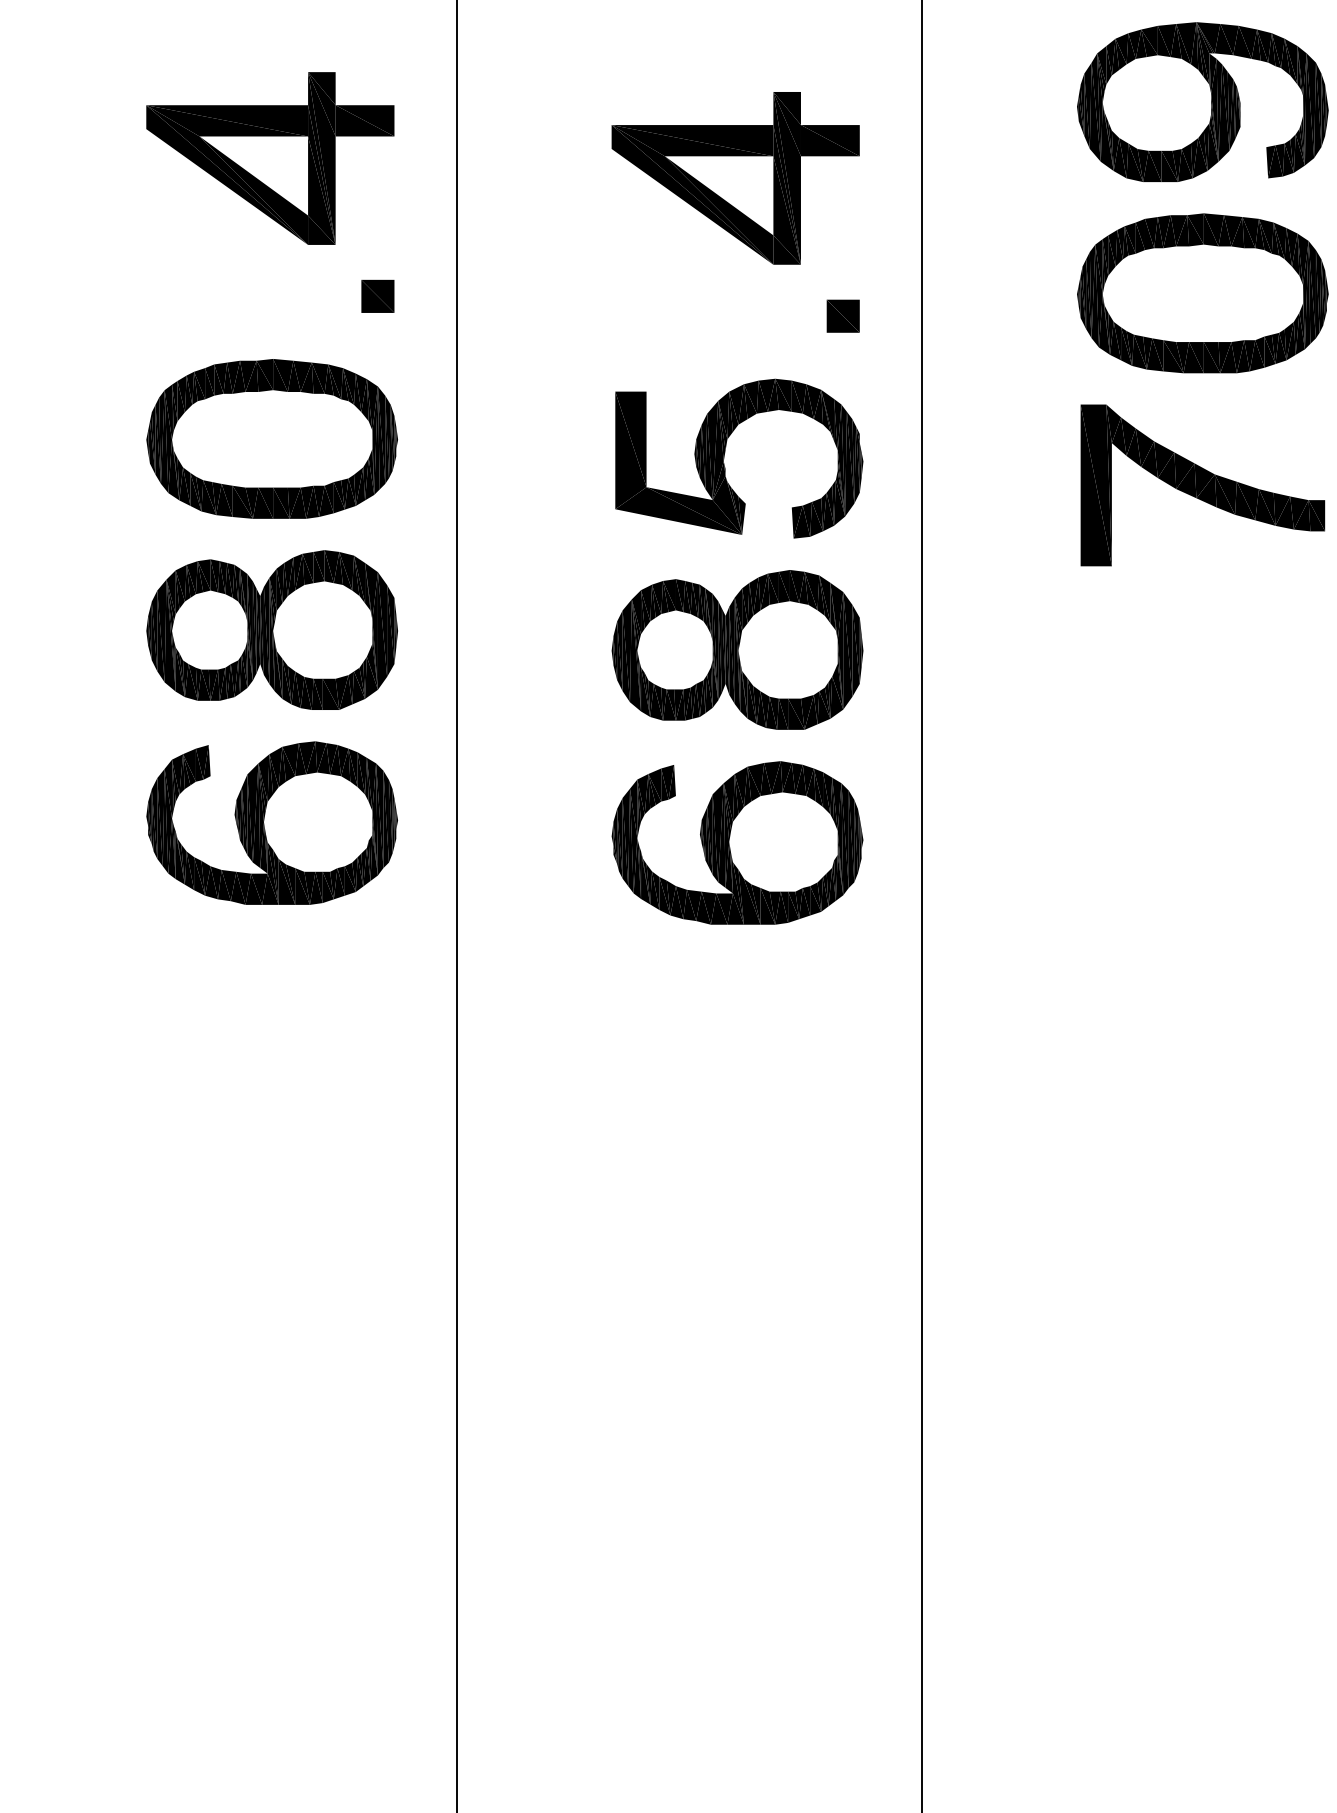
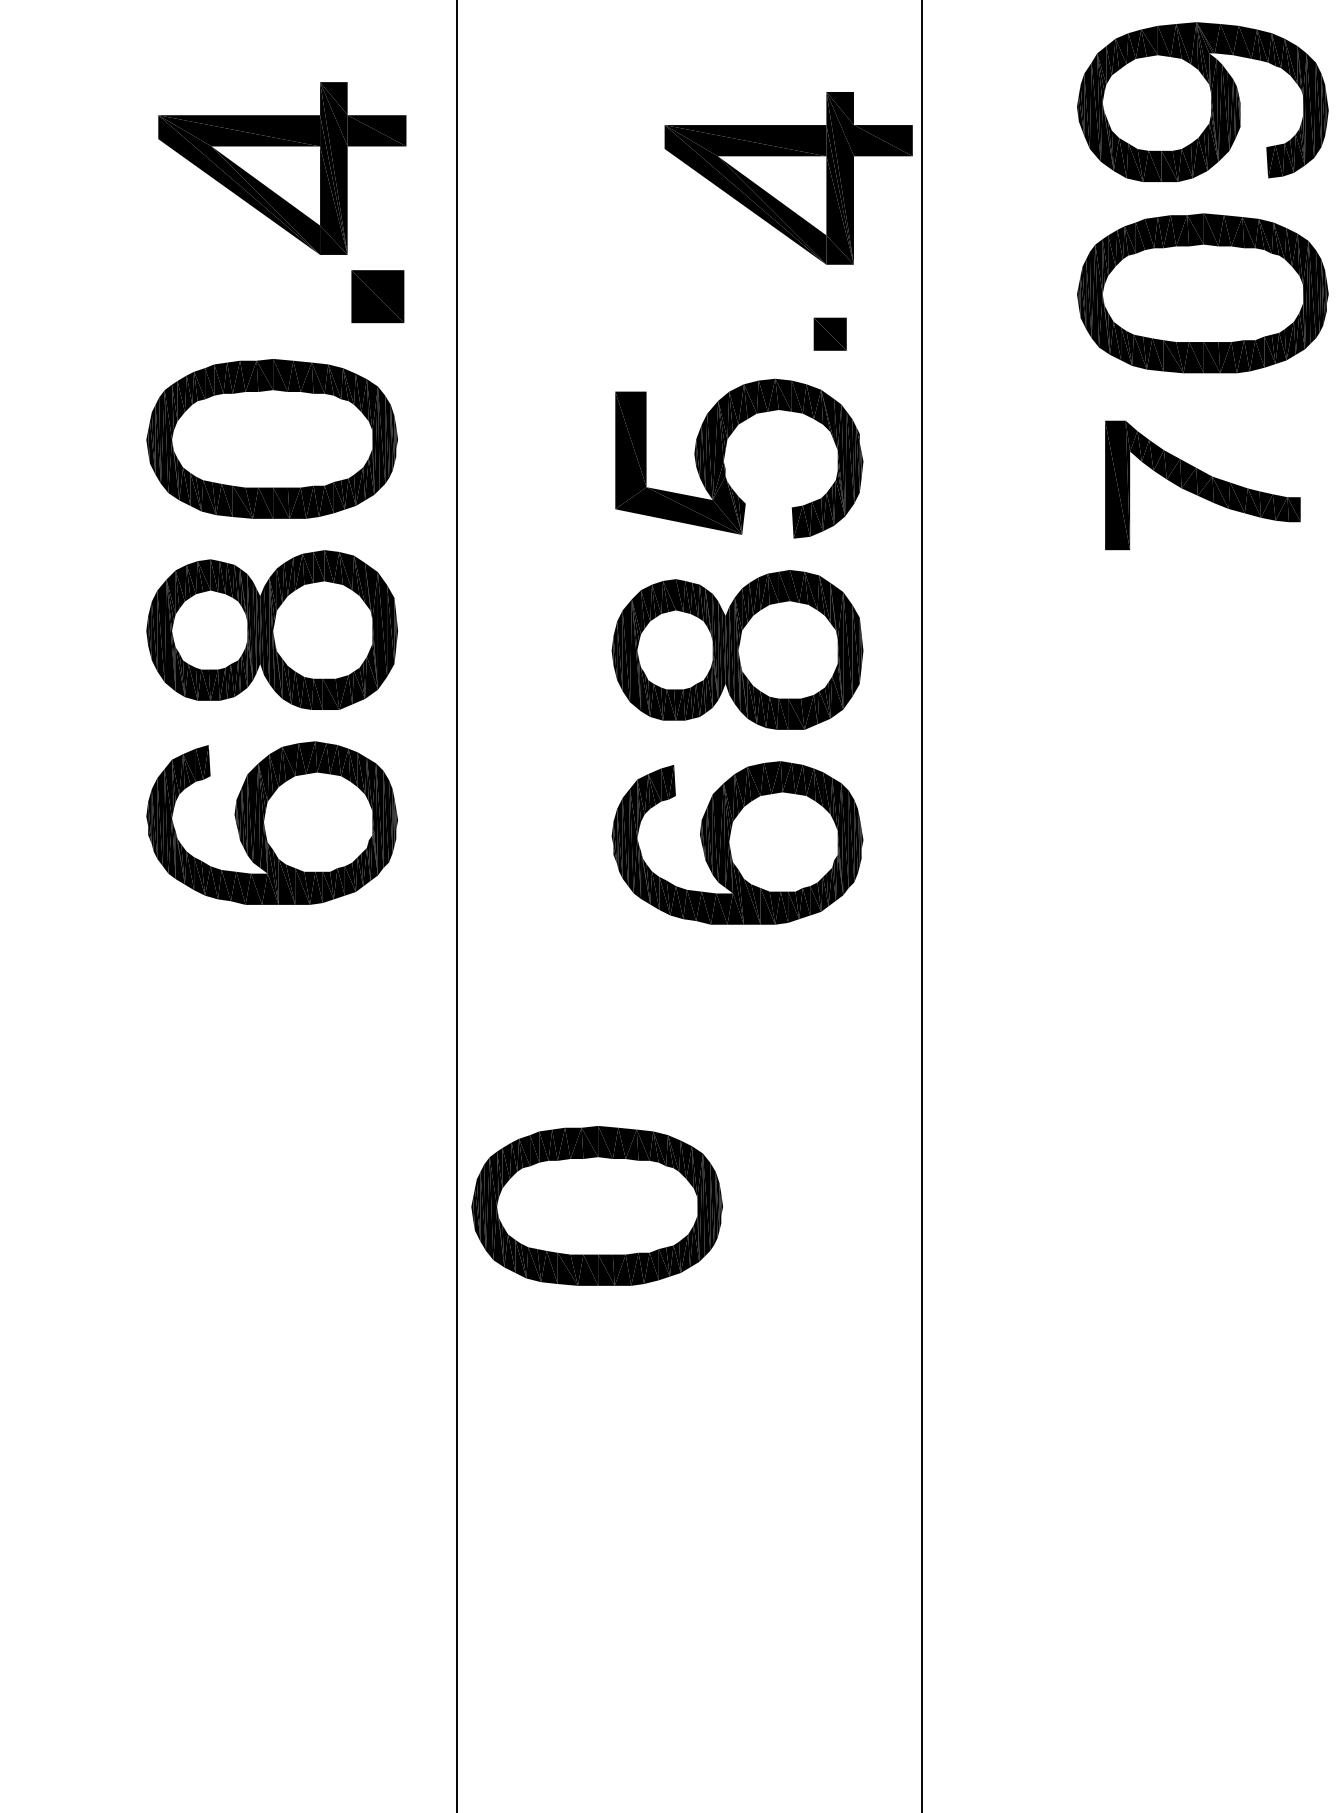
part at (270, 158) position: (270, 158) -> (282, 168)
part at (735, 178) position: (735, 178) -> (788, 178)
part at (377, 295) size: 34x34 px -> 54x54 px
part at (842, 315) position: (842, 315) -> (829, 333)
part at (1202, 485) size: 246x163 px -> 196x131 px
part at (596, 1205): none -> present
